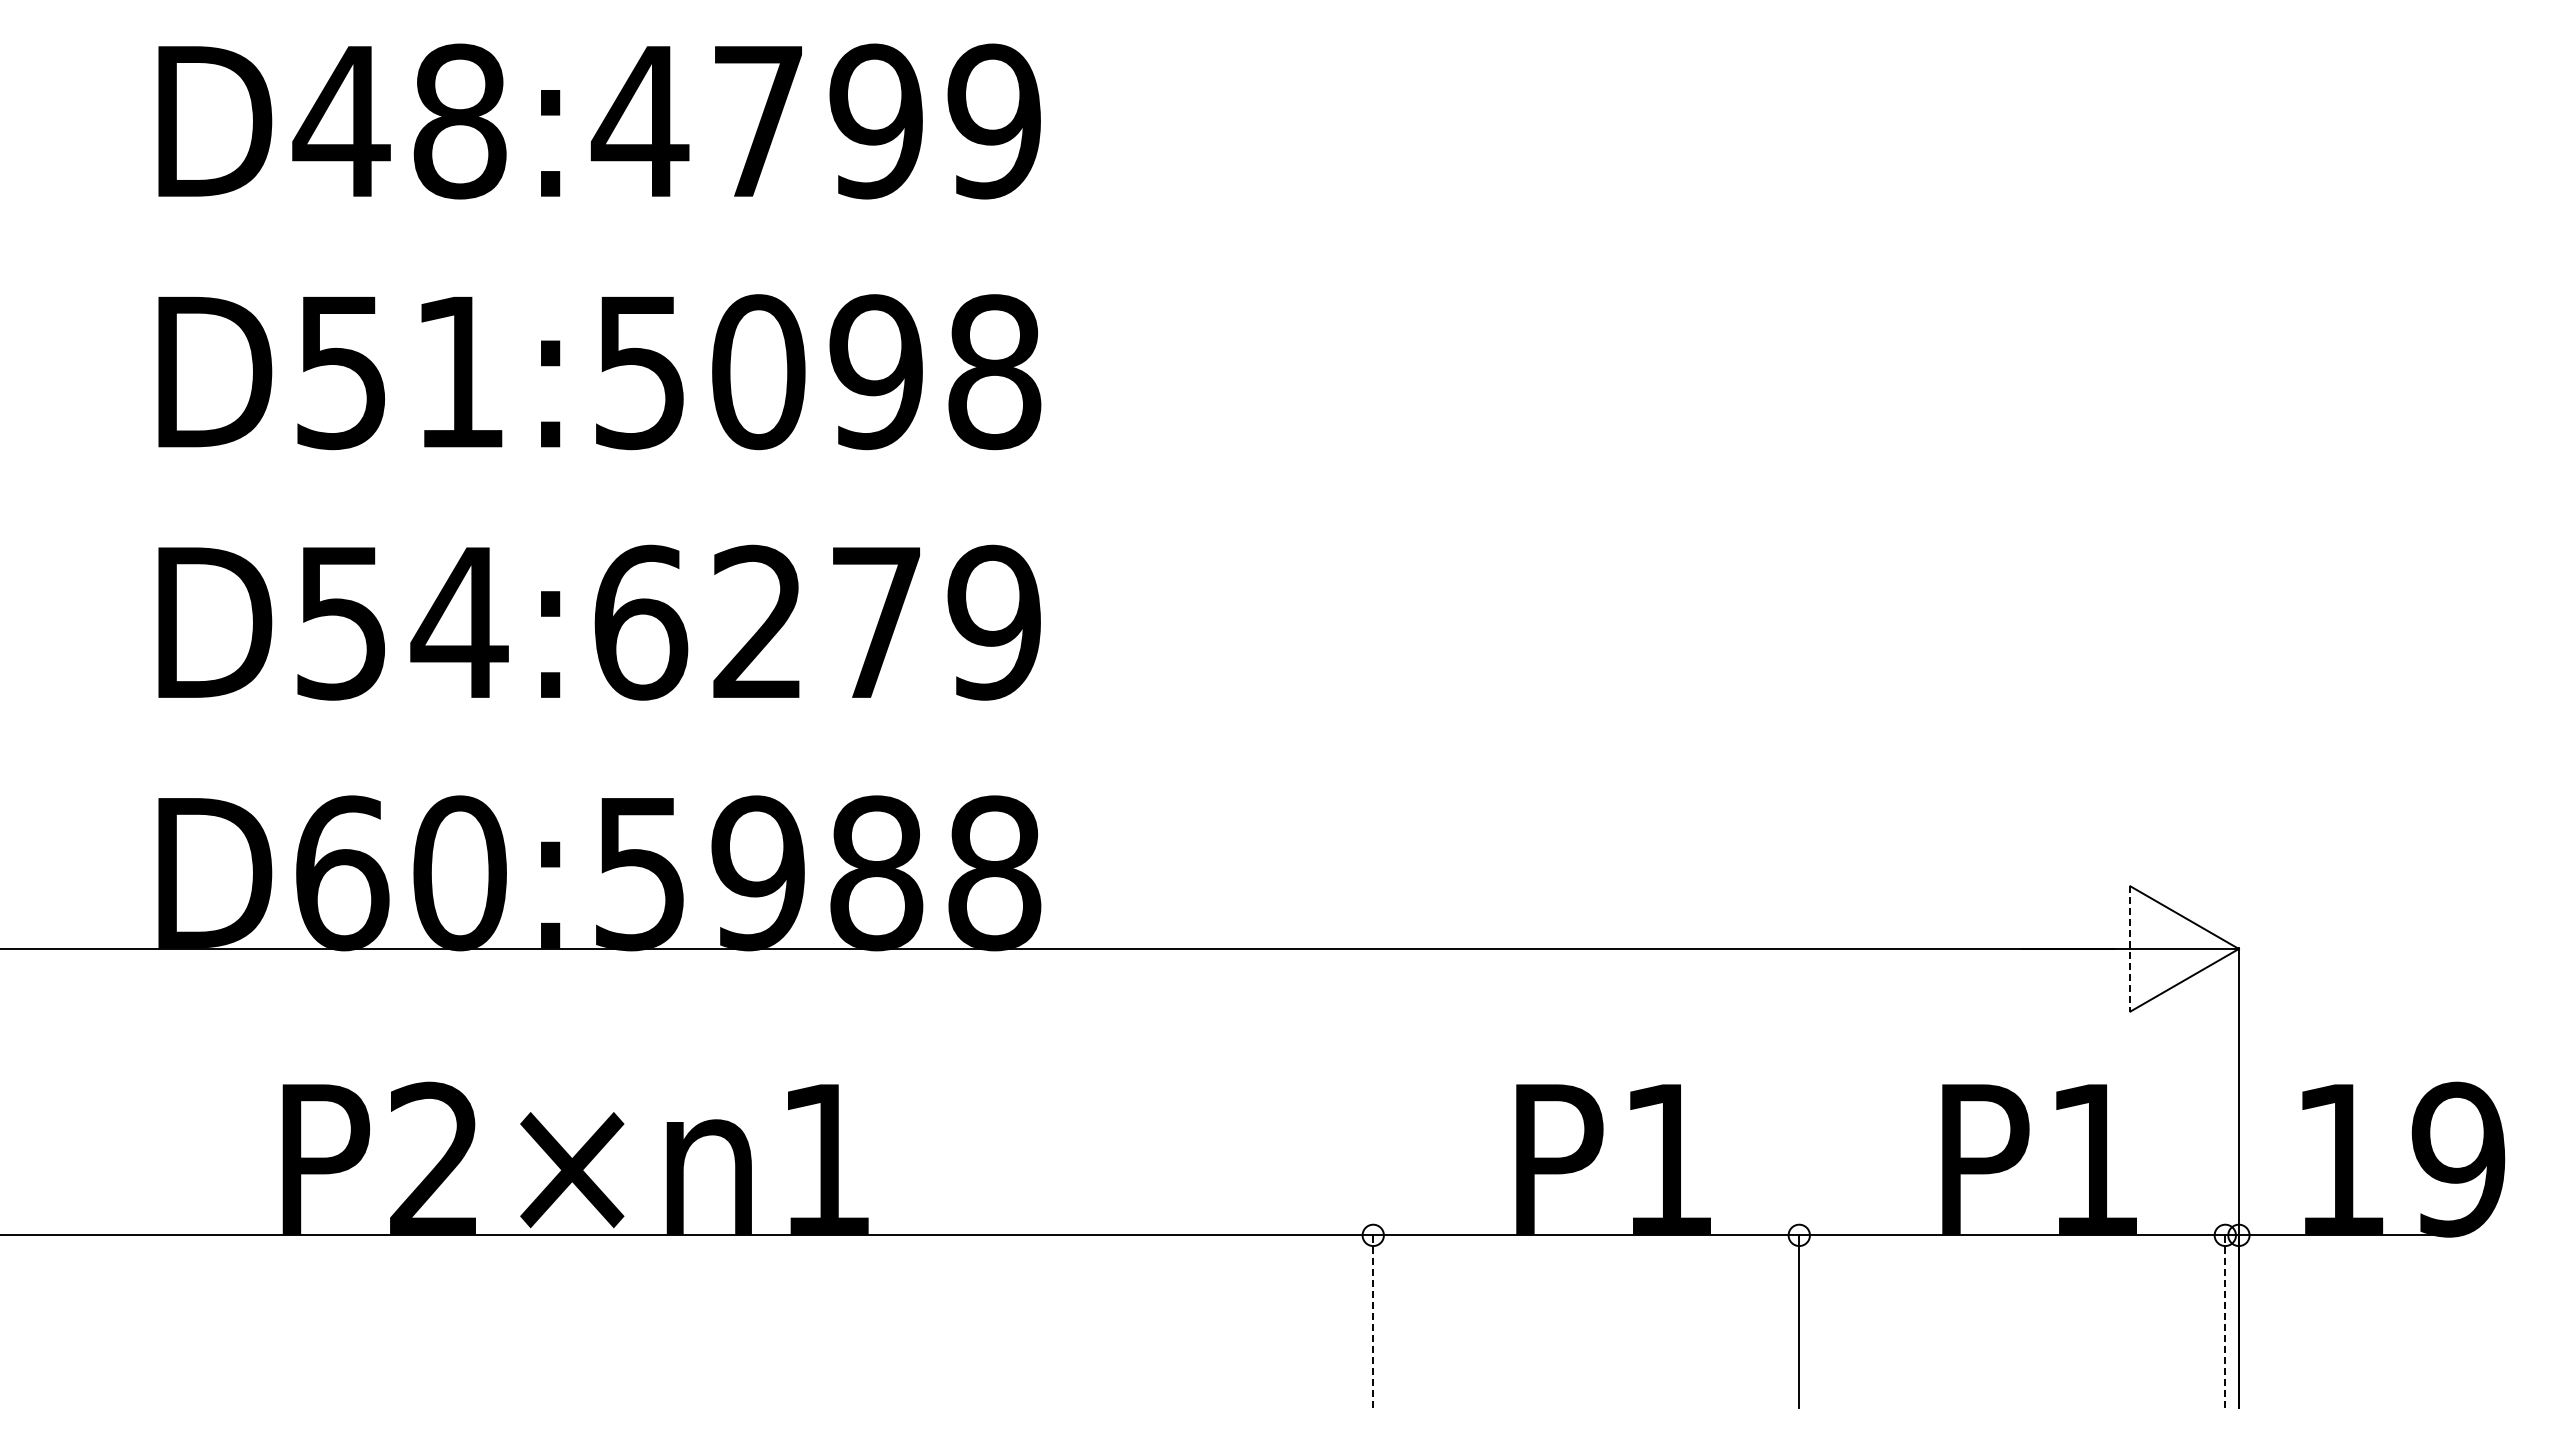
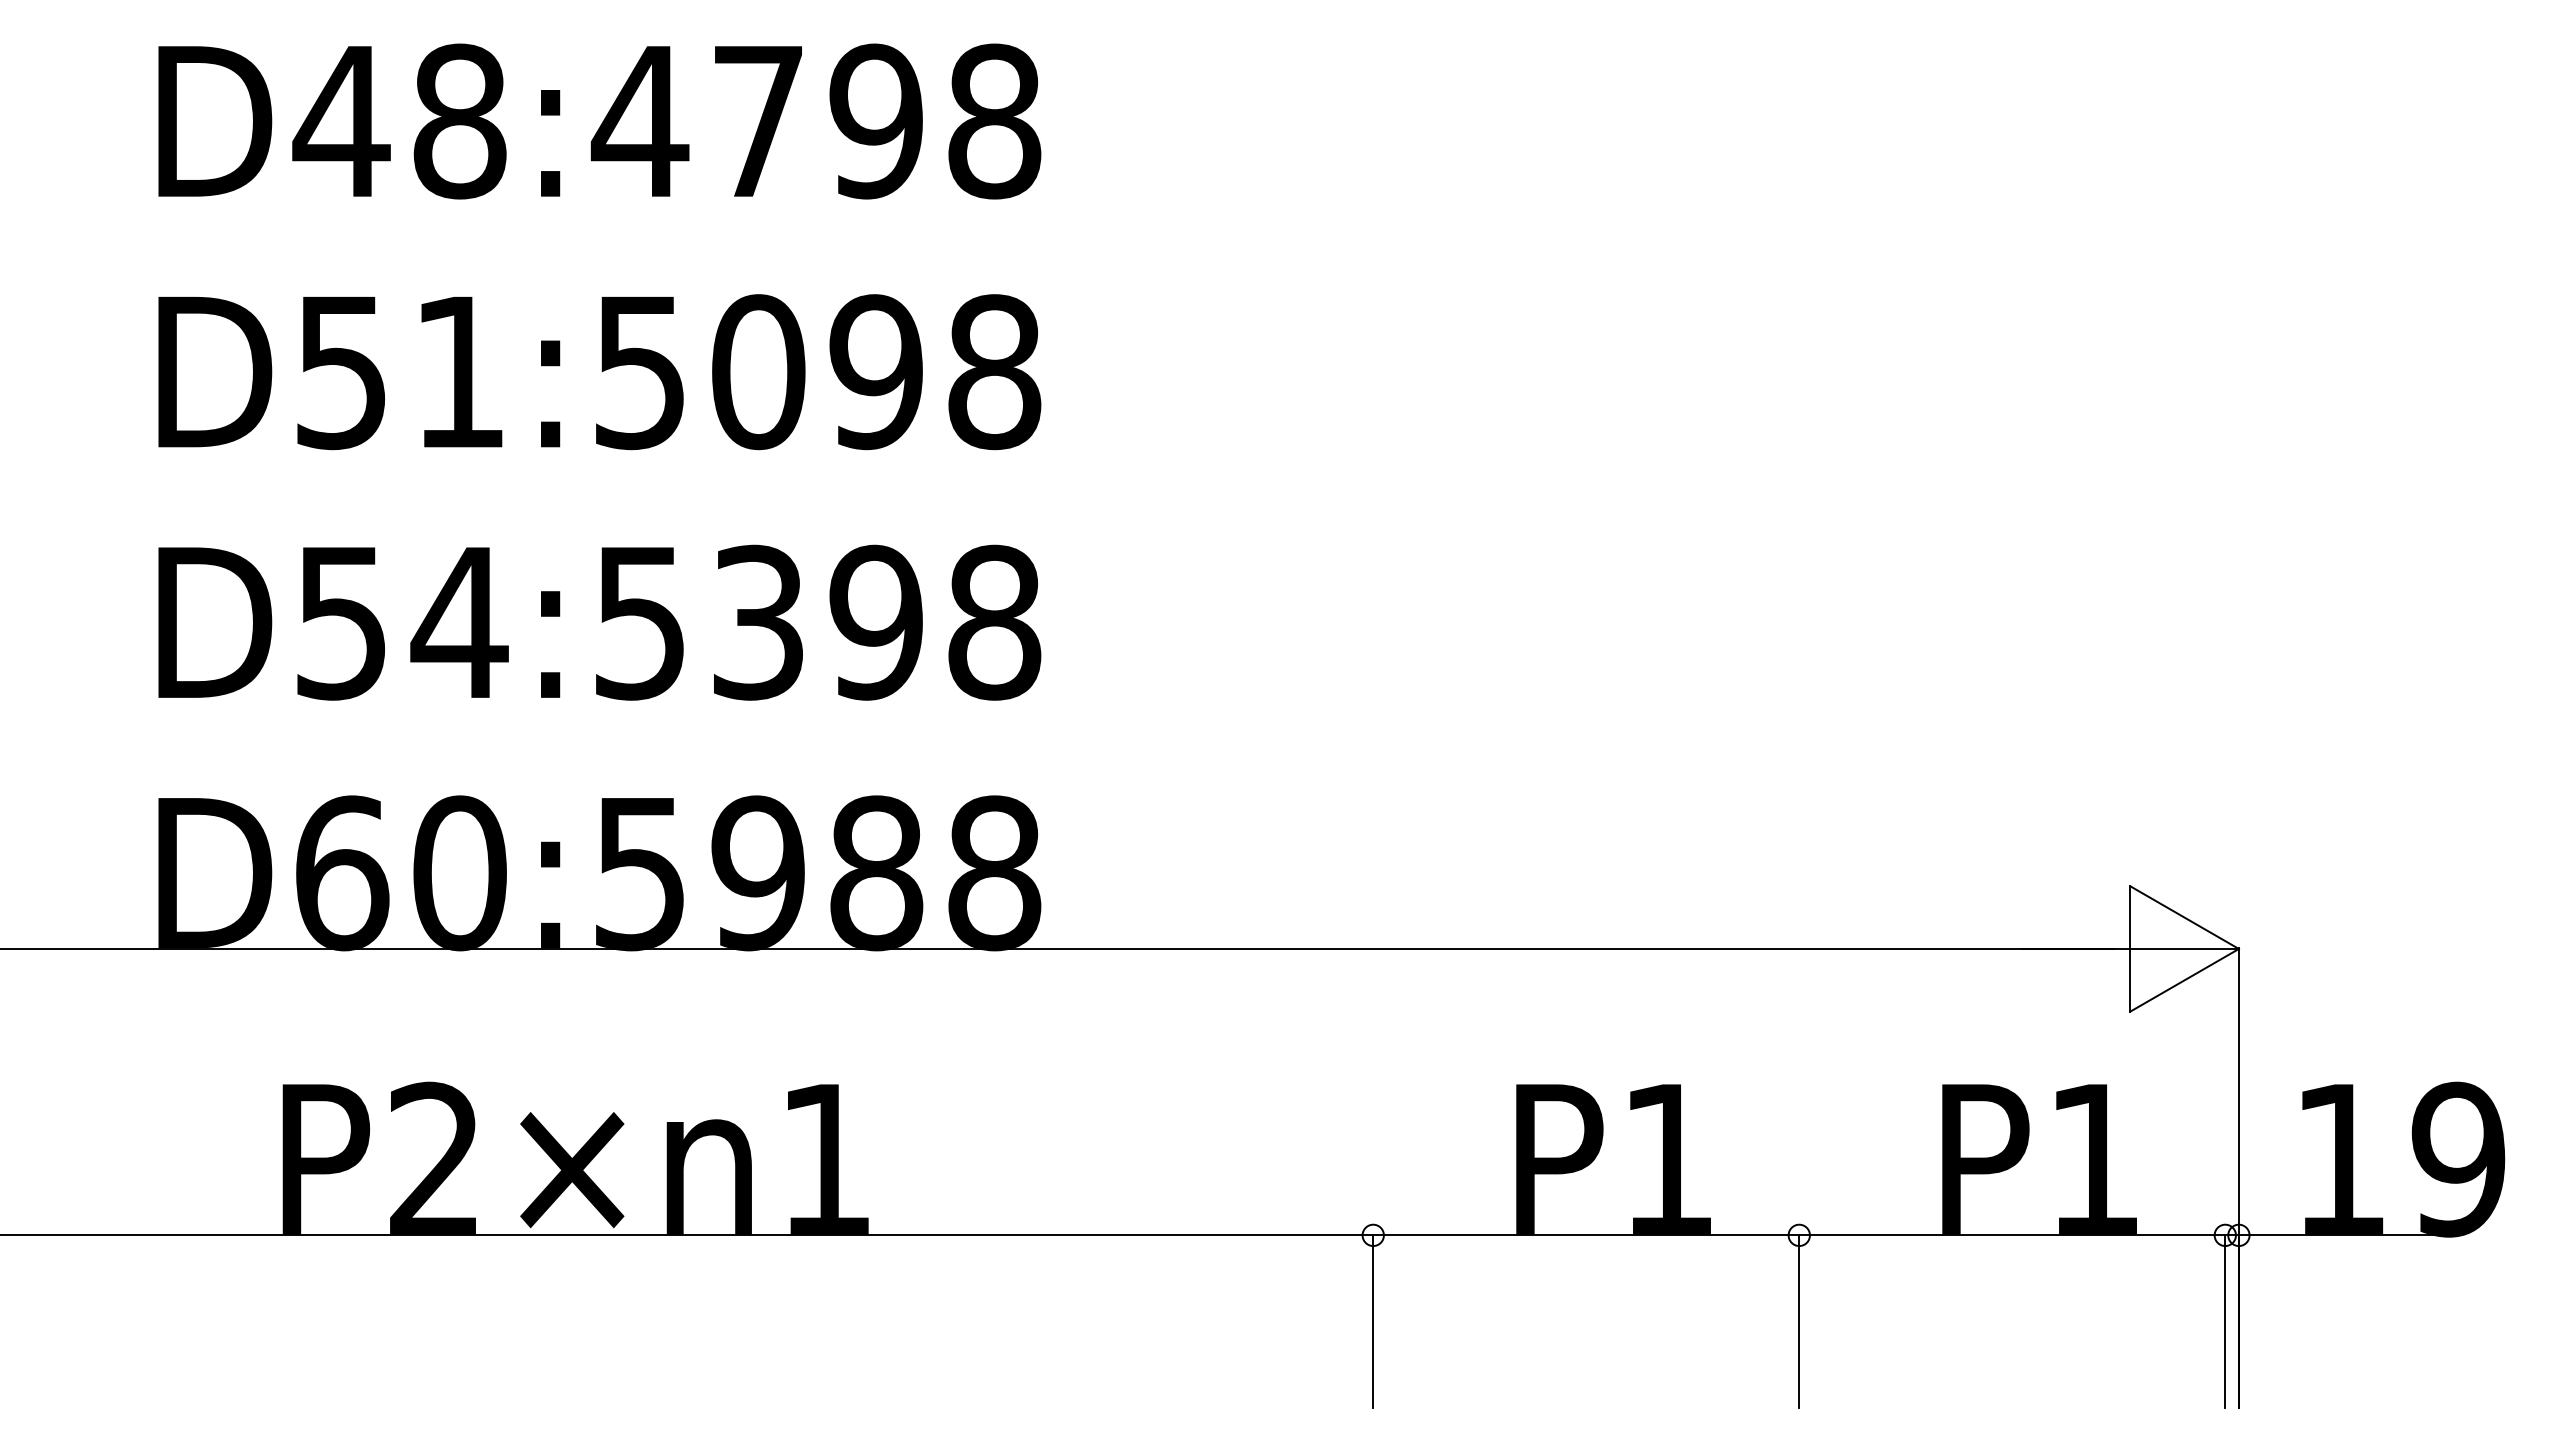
text at (994, 121): D48:4799 -> D48:4798
text at (817, 622): D54:6279 -> D54:5398
line at (2130, 948): dashed -> solid
line at (1373, 1321): dashed -> solid
line at (2225, 1321): dashed -> solid
